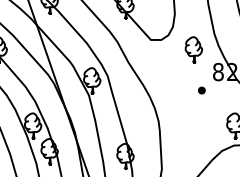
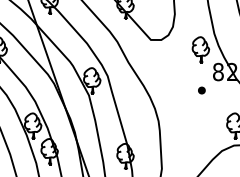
part at (193, 49) position: (193, 49) -> (200, 49)
